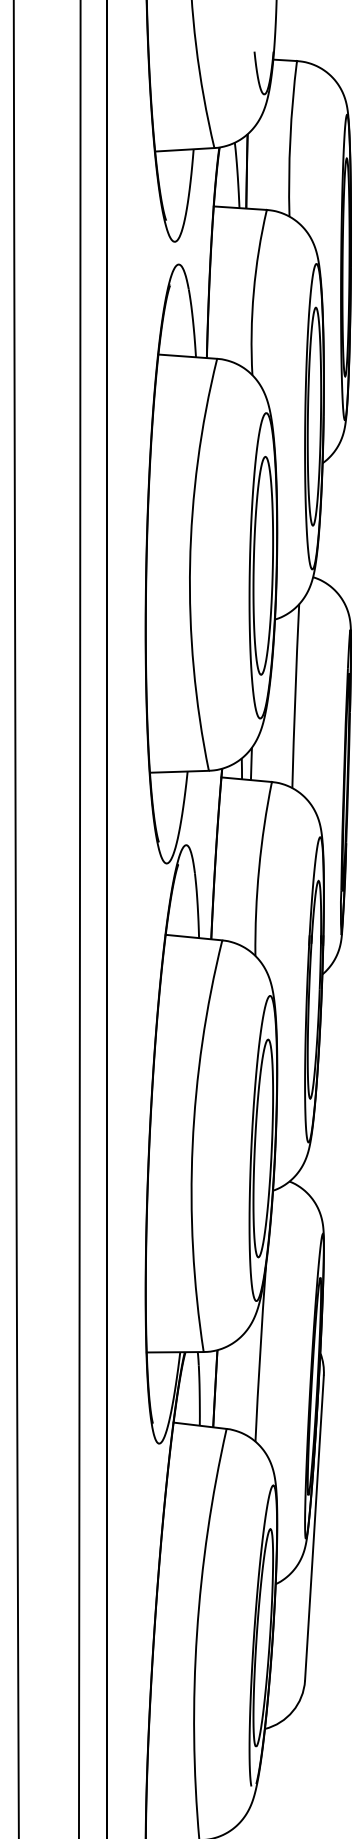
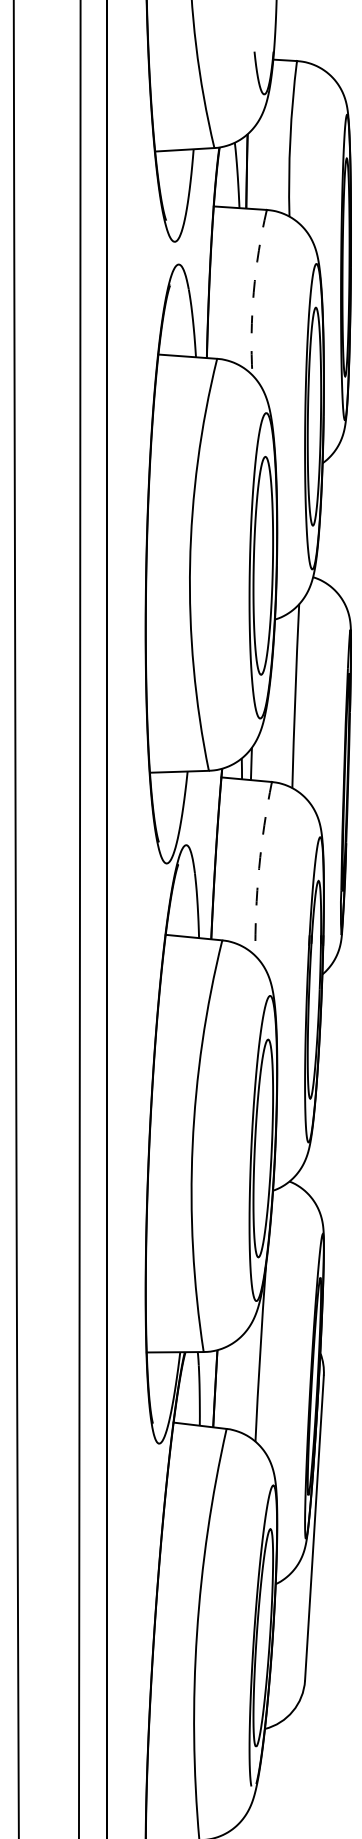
arc at (253, 292): solid -> dashed
arc at (259, 868): solid -> dashed
